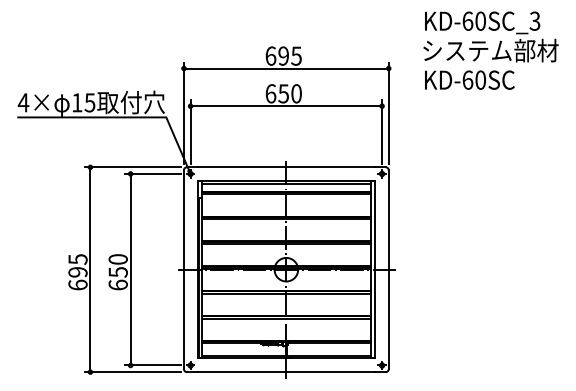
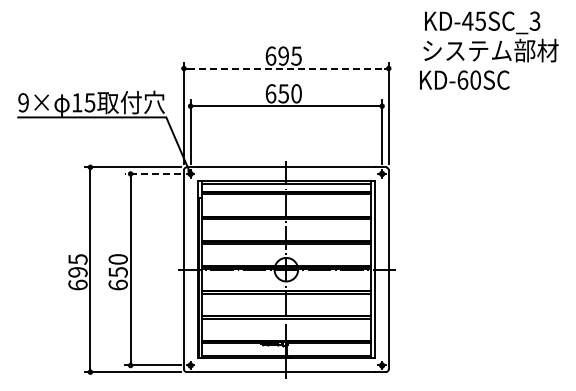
text at (473, 20): KD-60SC_3 -> KD-45SC_3
line at (286, 68): solid -> dashed
text at (469, 79) position: (469, 79) -> (464, 79)
text at (23, 102): 4× -> 9×
line at (152, 173): solid -> dashed
